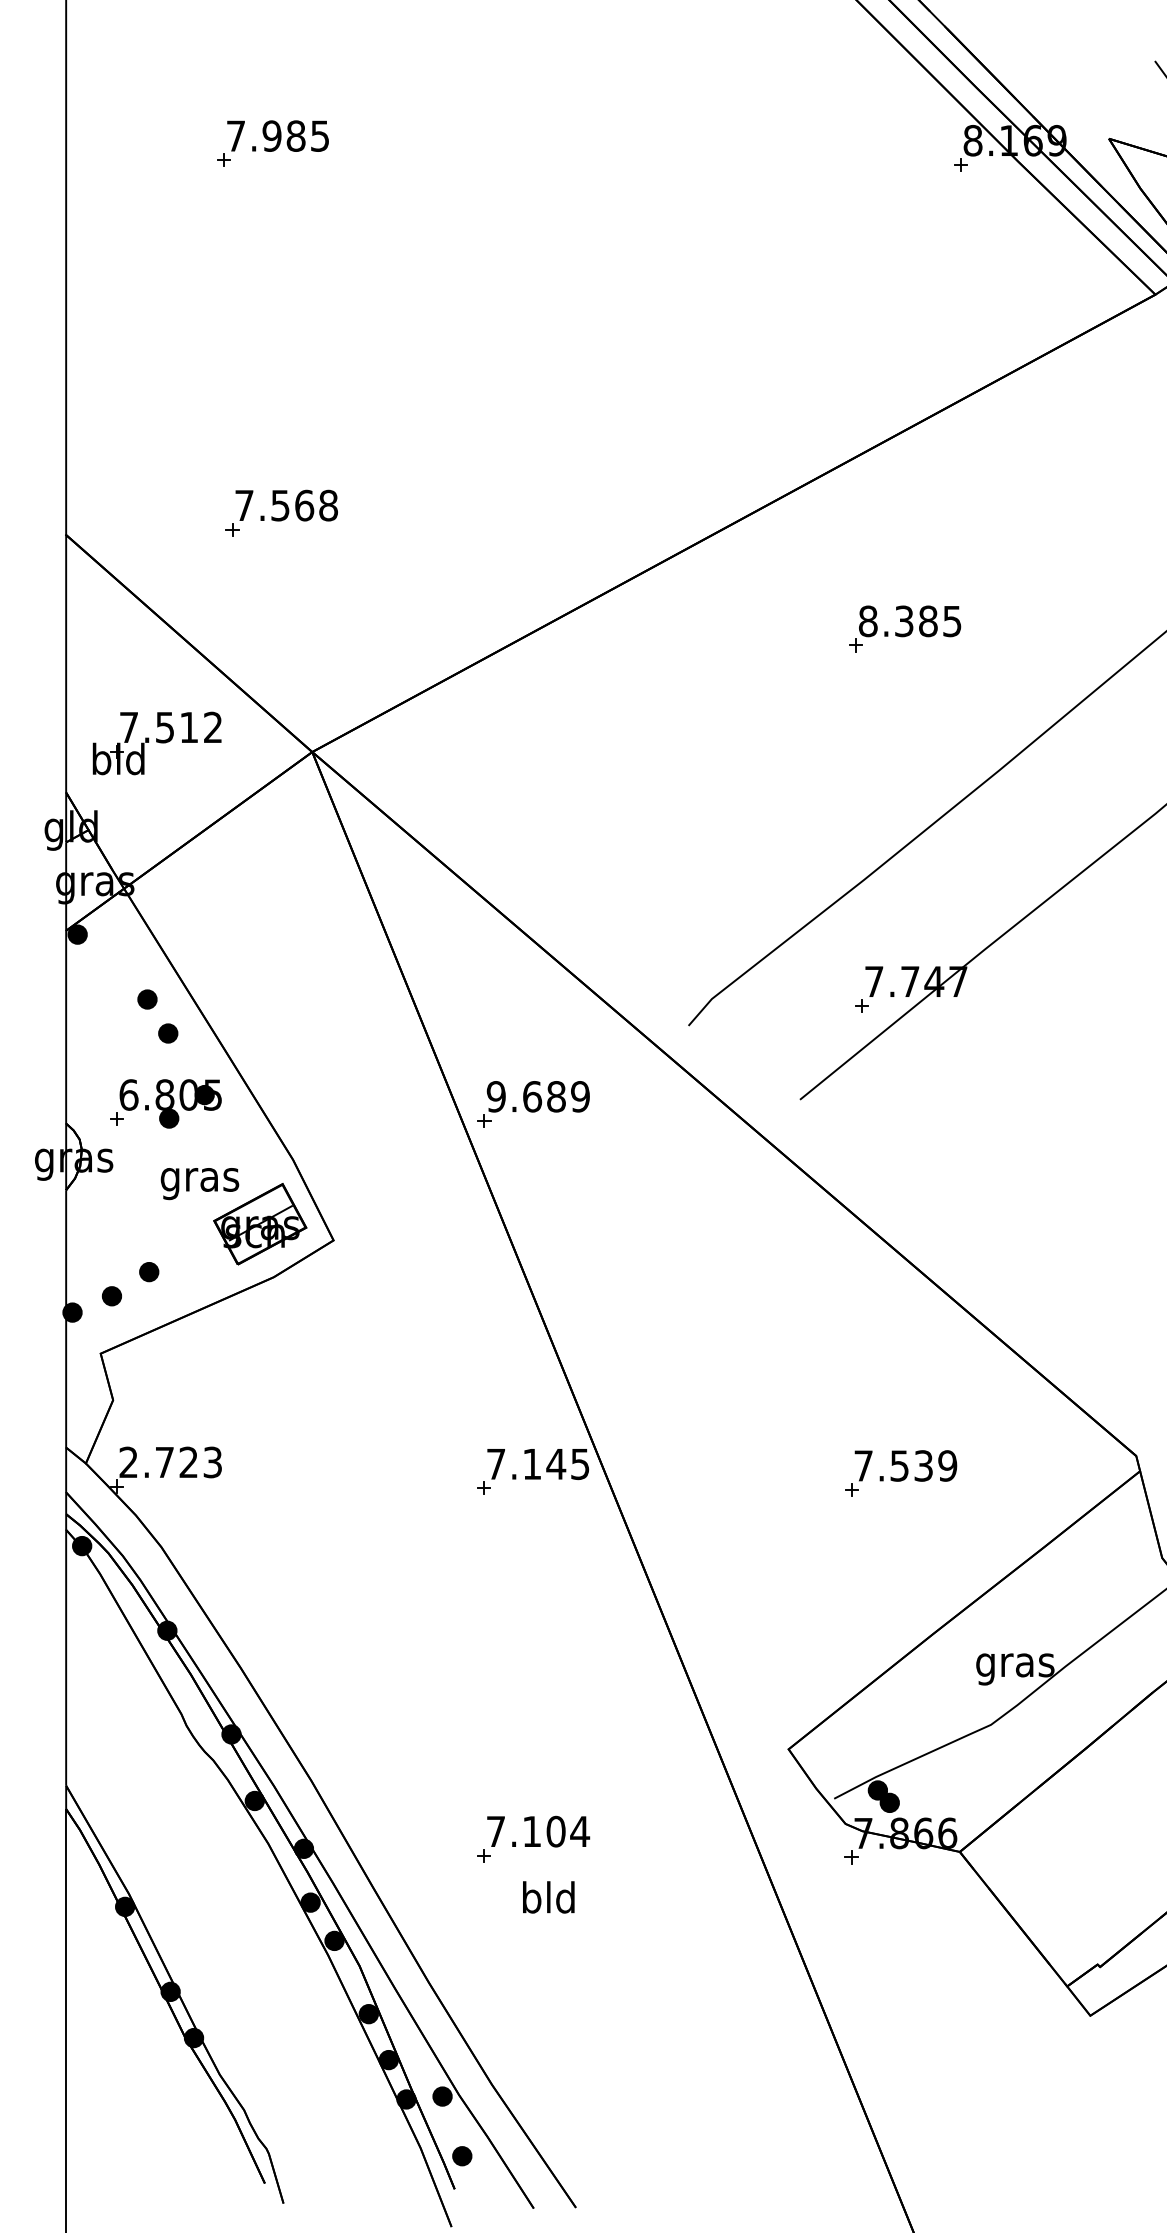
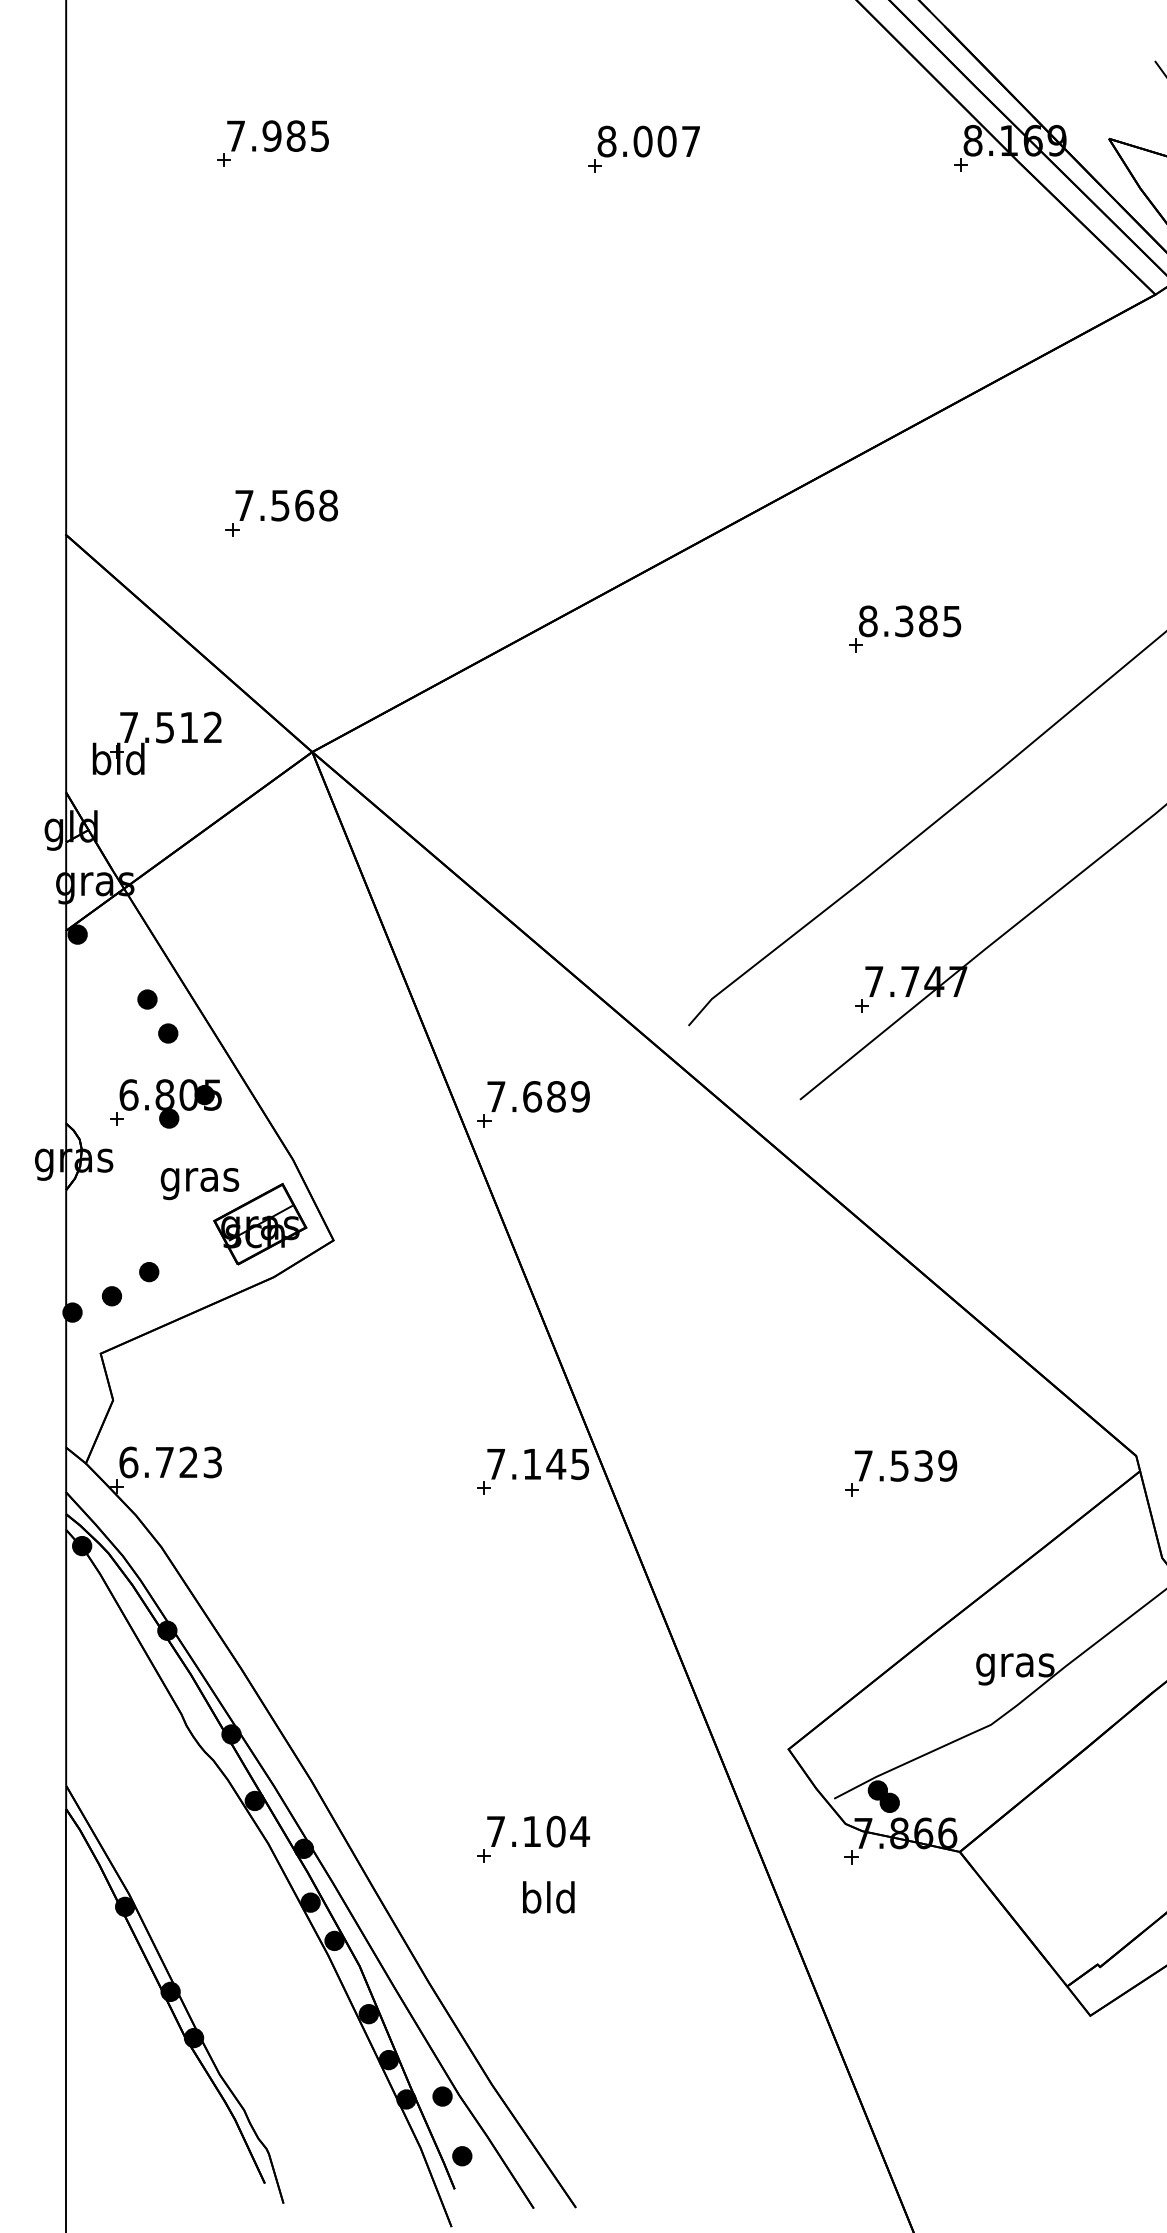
part at (643, 148): none -> present
text at (495, 1096): 9.689 -> 7.689
text at (128, 1462): 2.723 -> 6.723
